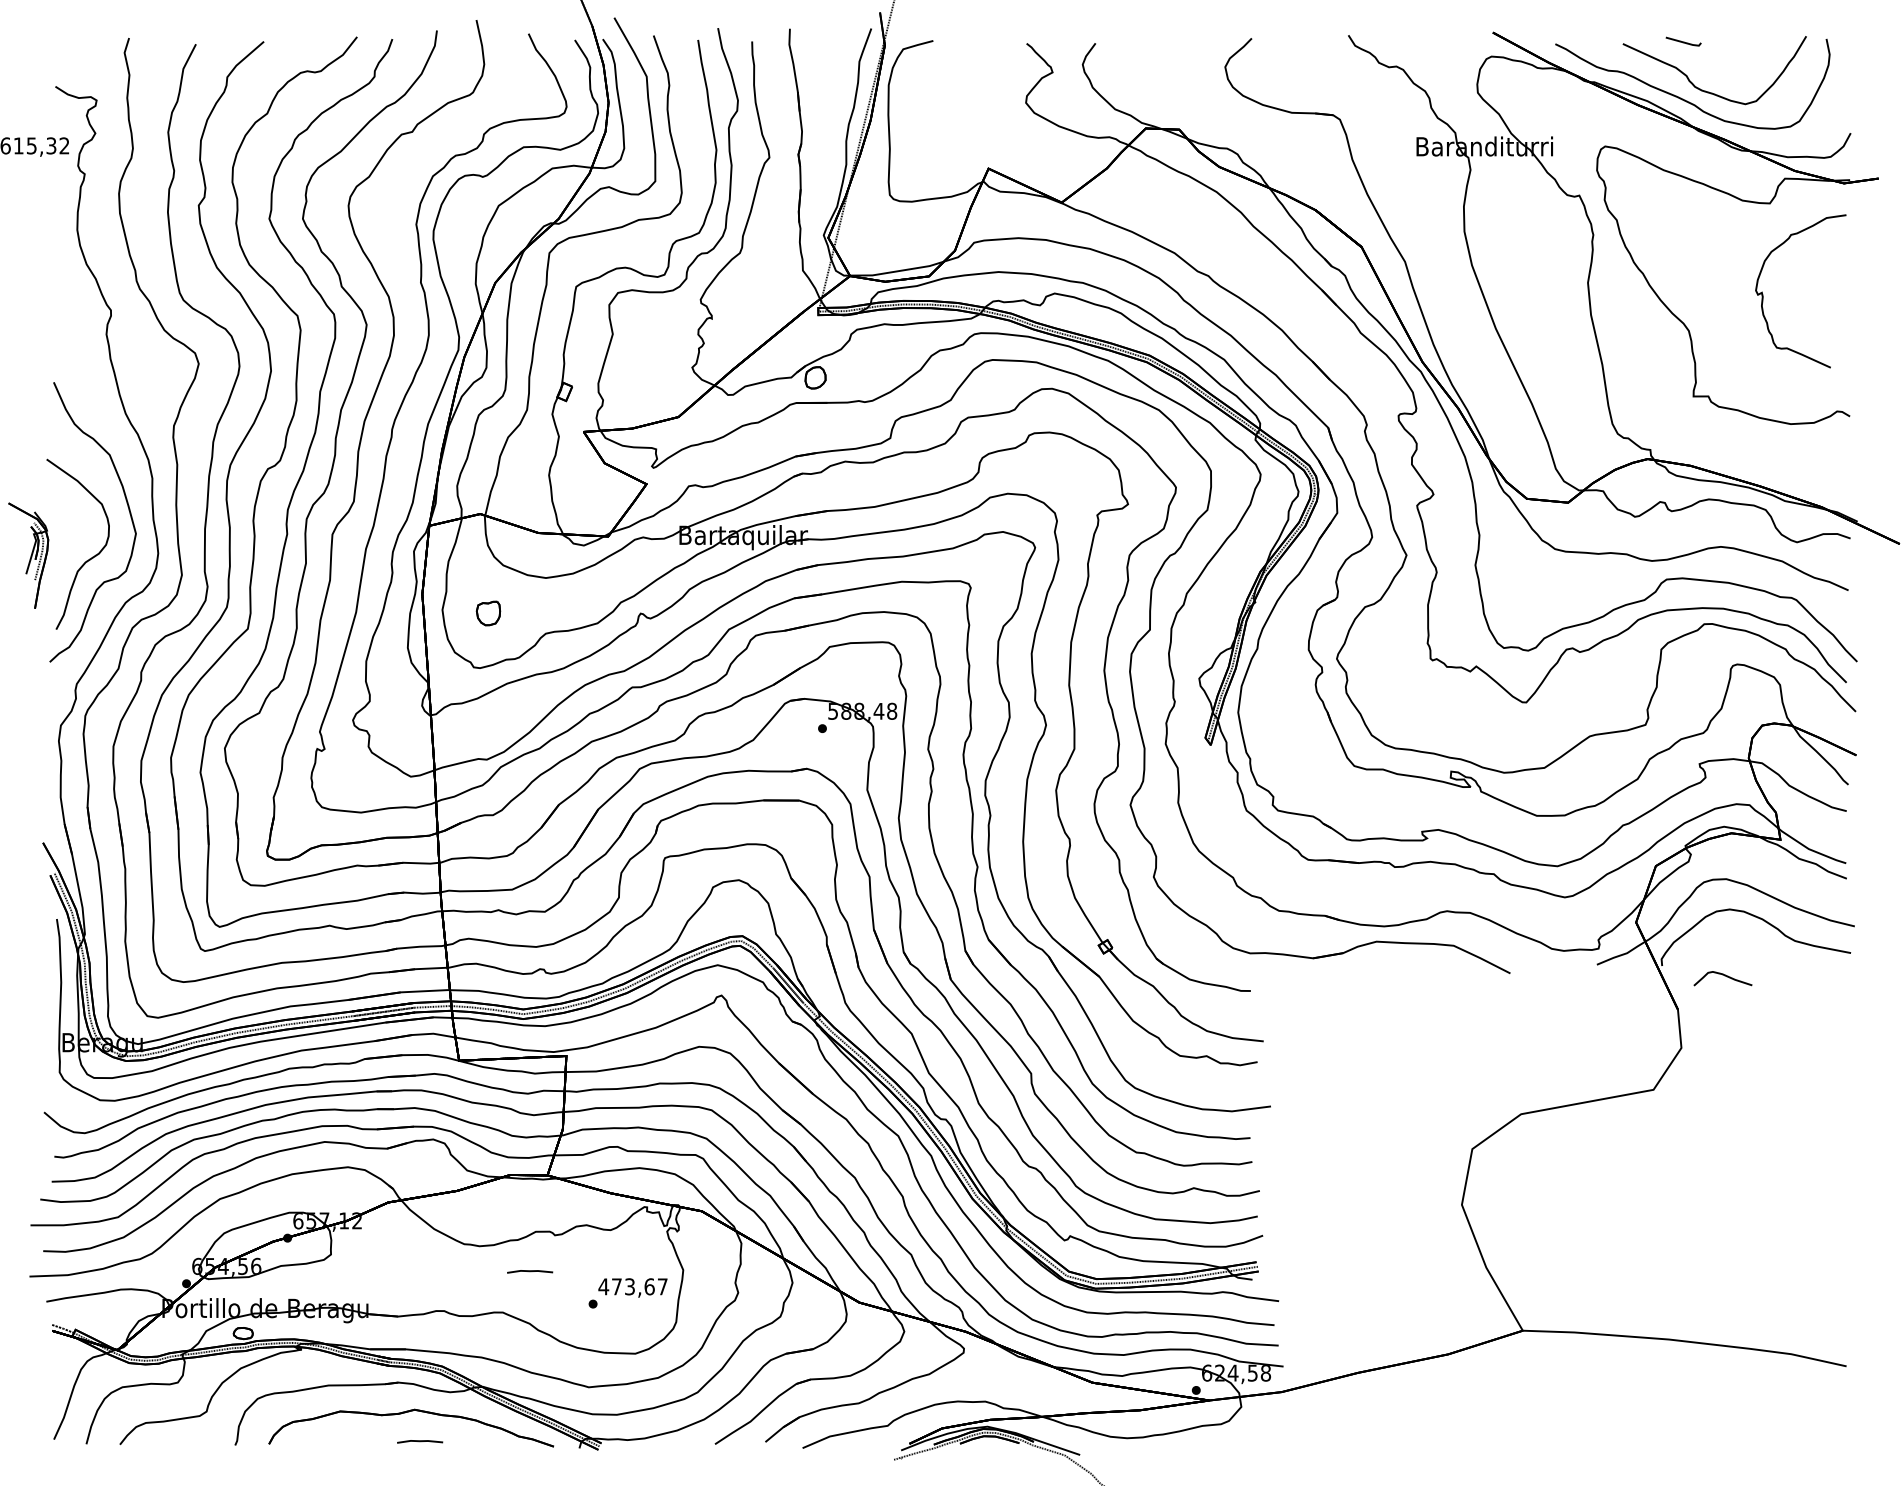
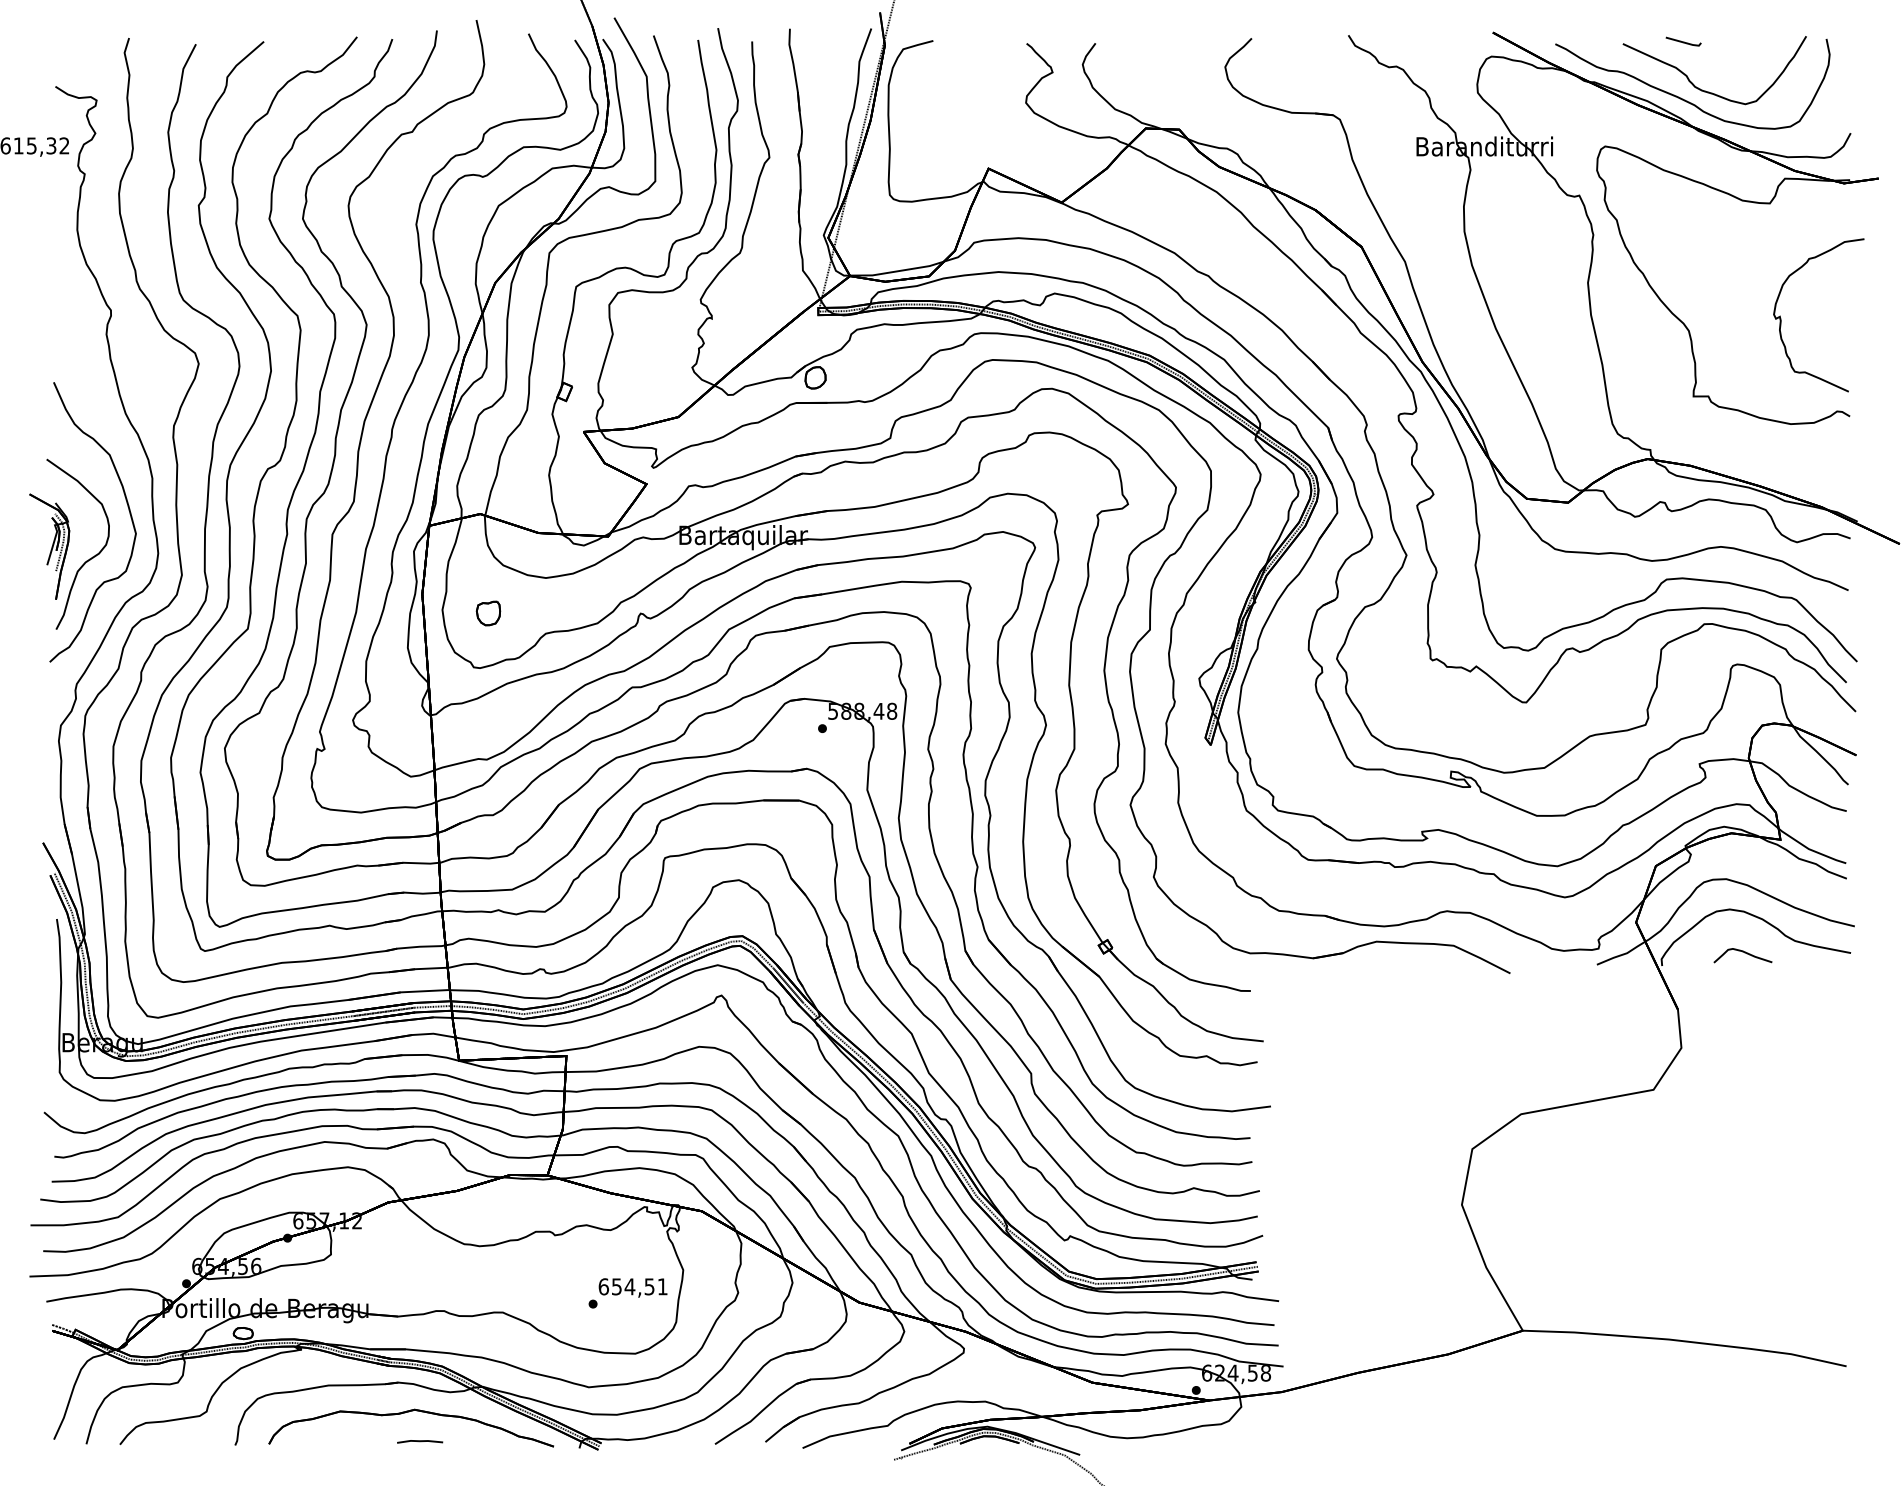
curve at (1763, 294) position: (1763, 294) -> (1781, 318)
part at (28, 555) position: (28, 555) -> (49, 546)
curve at (1724, 976) position: (1724, 976) -> (1744, 953)
line at (530, 1271): present -> none
text at (632, 1286): 473,67 -> 654,51
